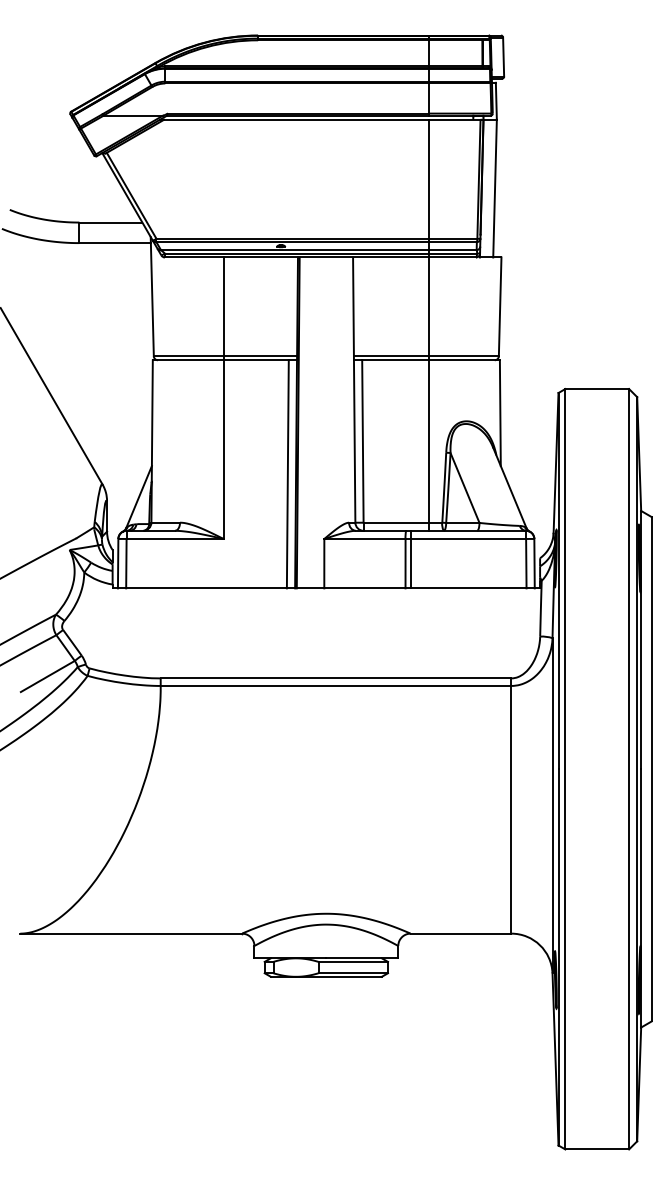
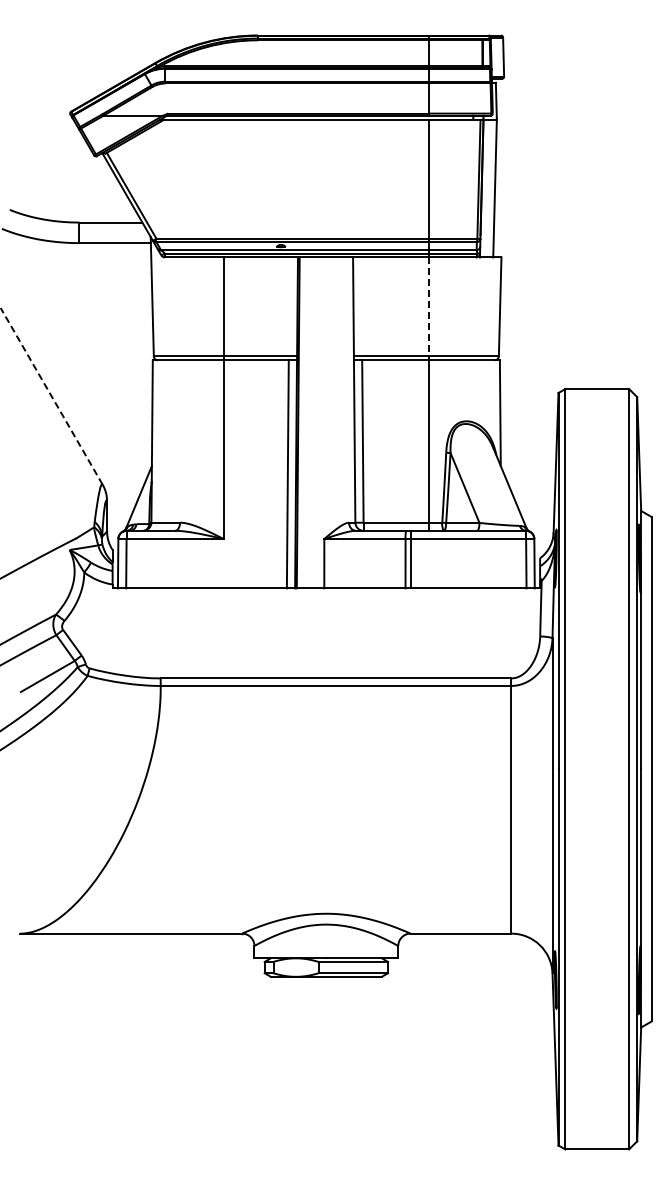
line at (429, 307): solid -> dashed
line at (51, 396): solid -> dashed
